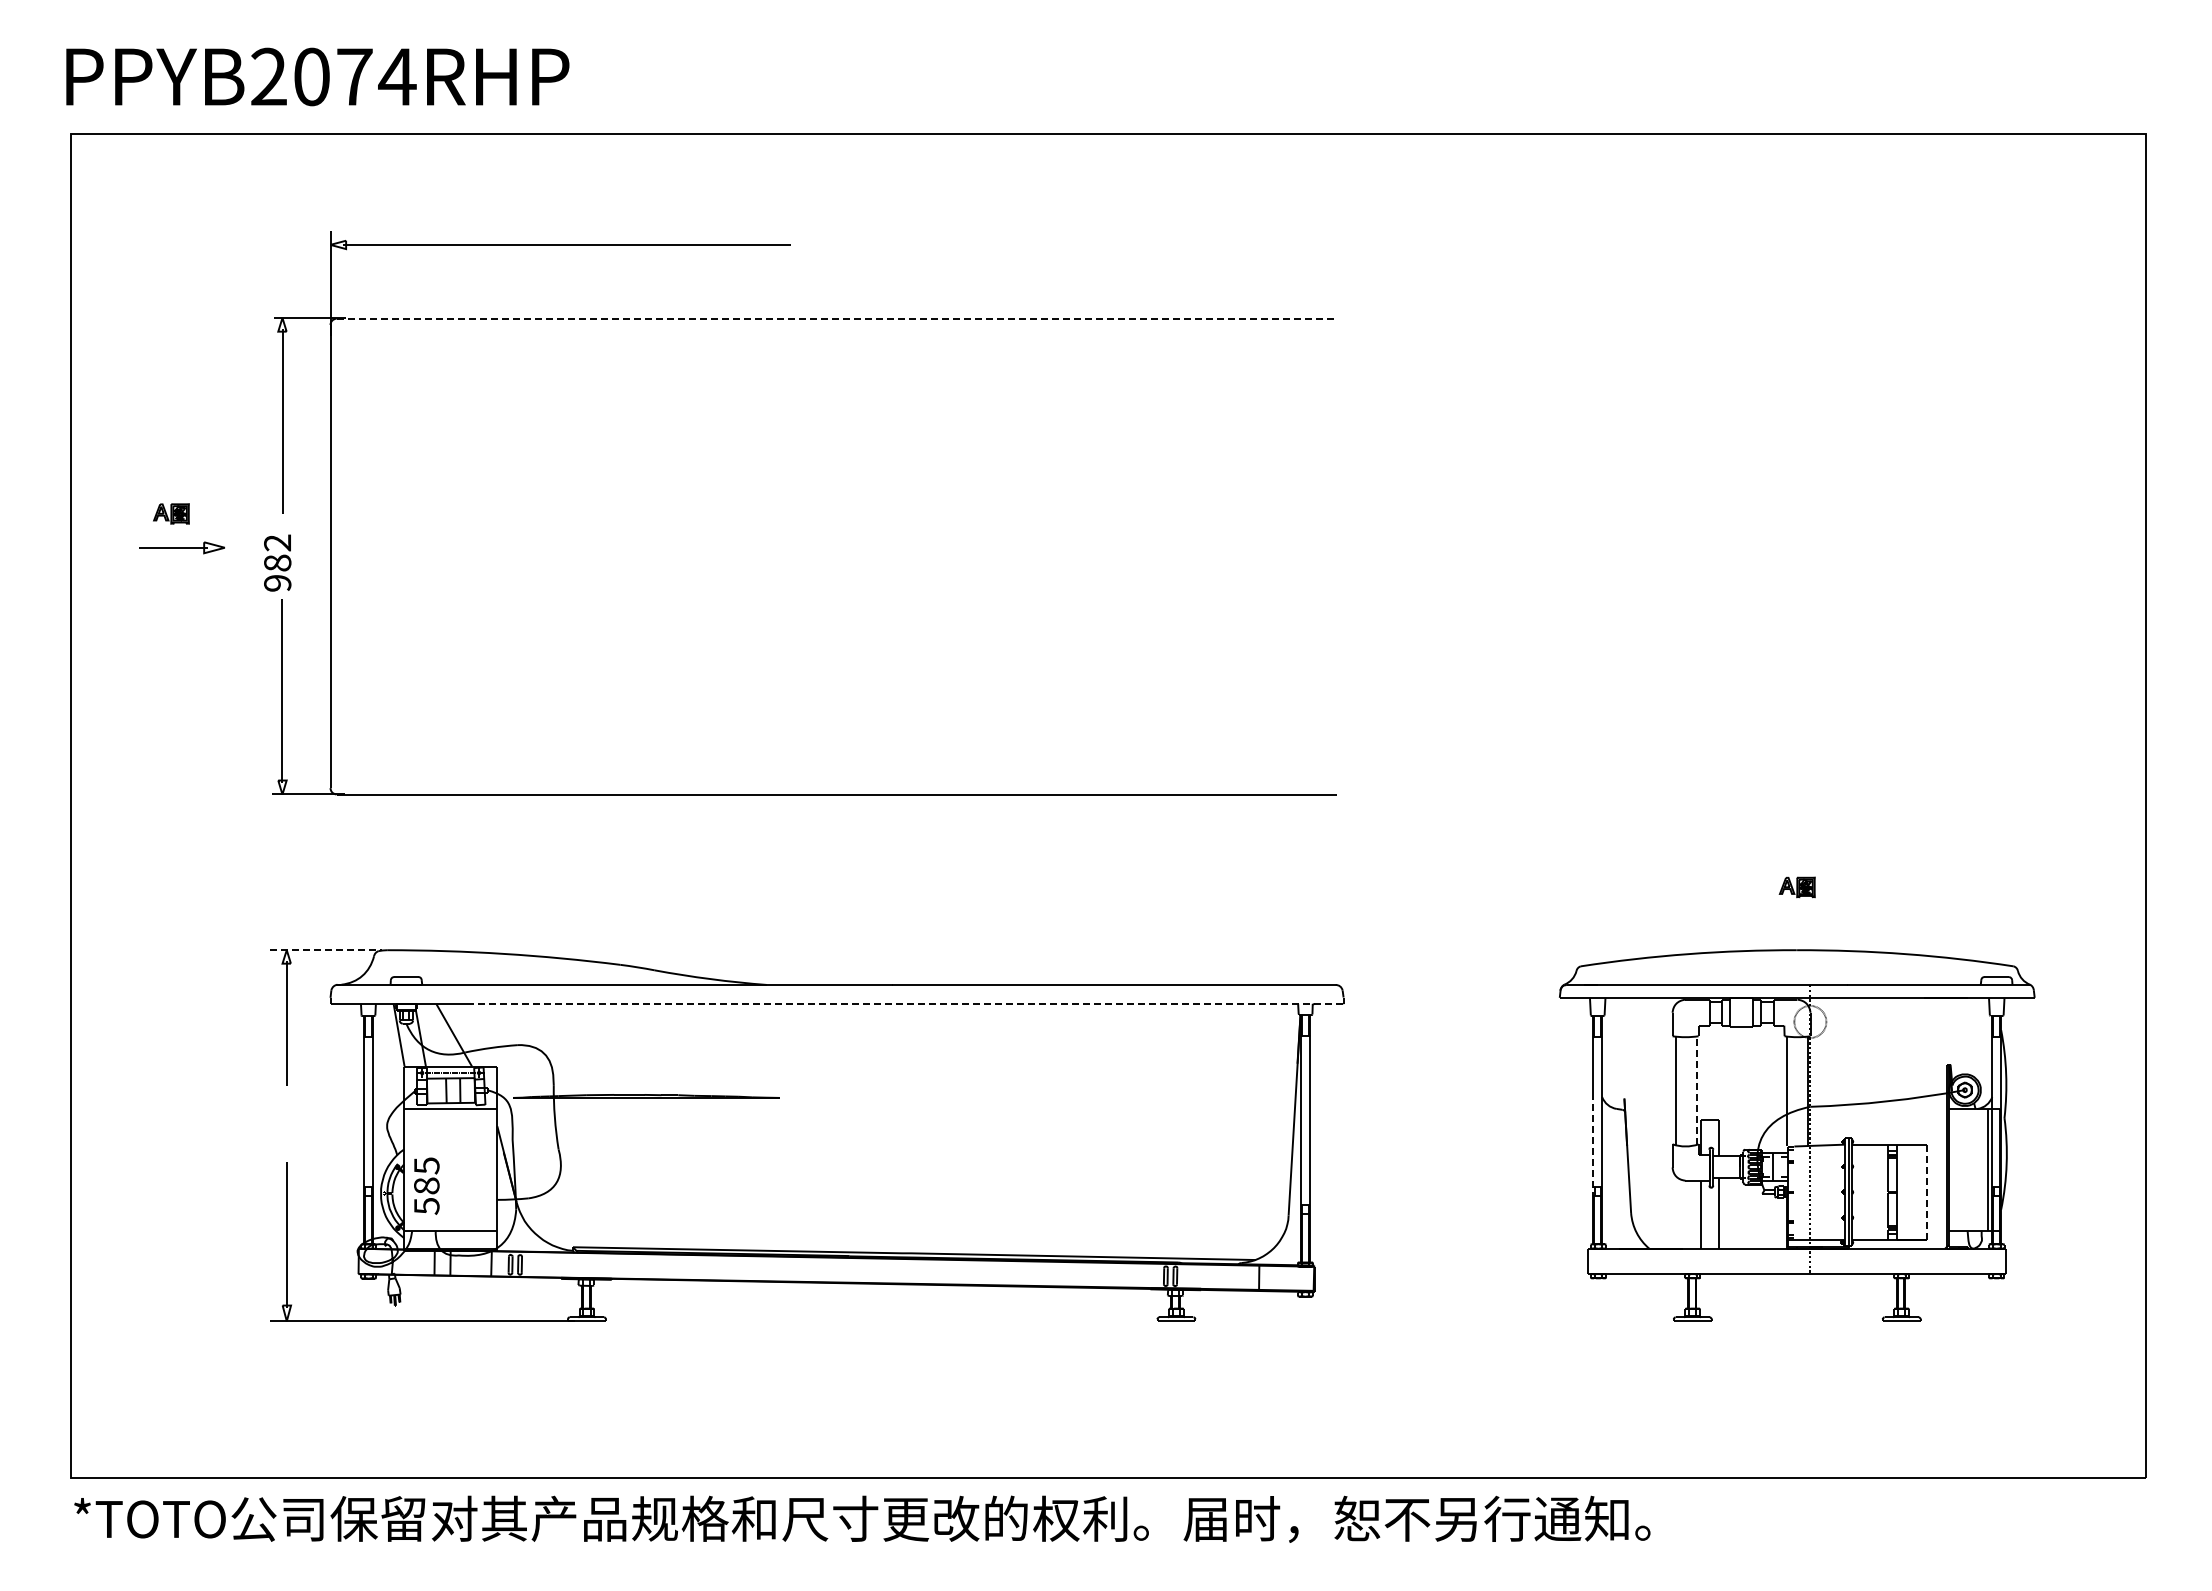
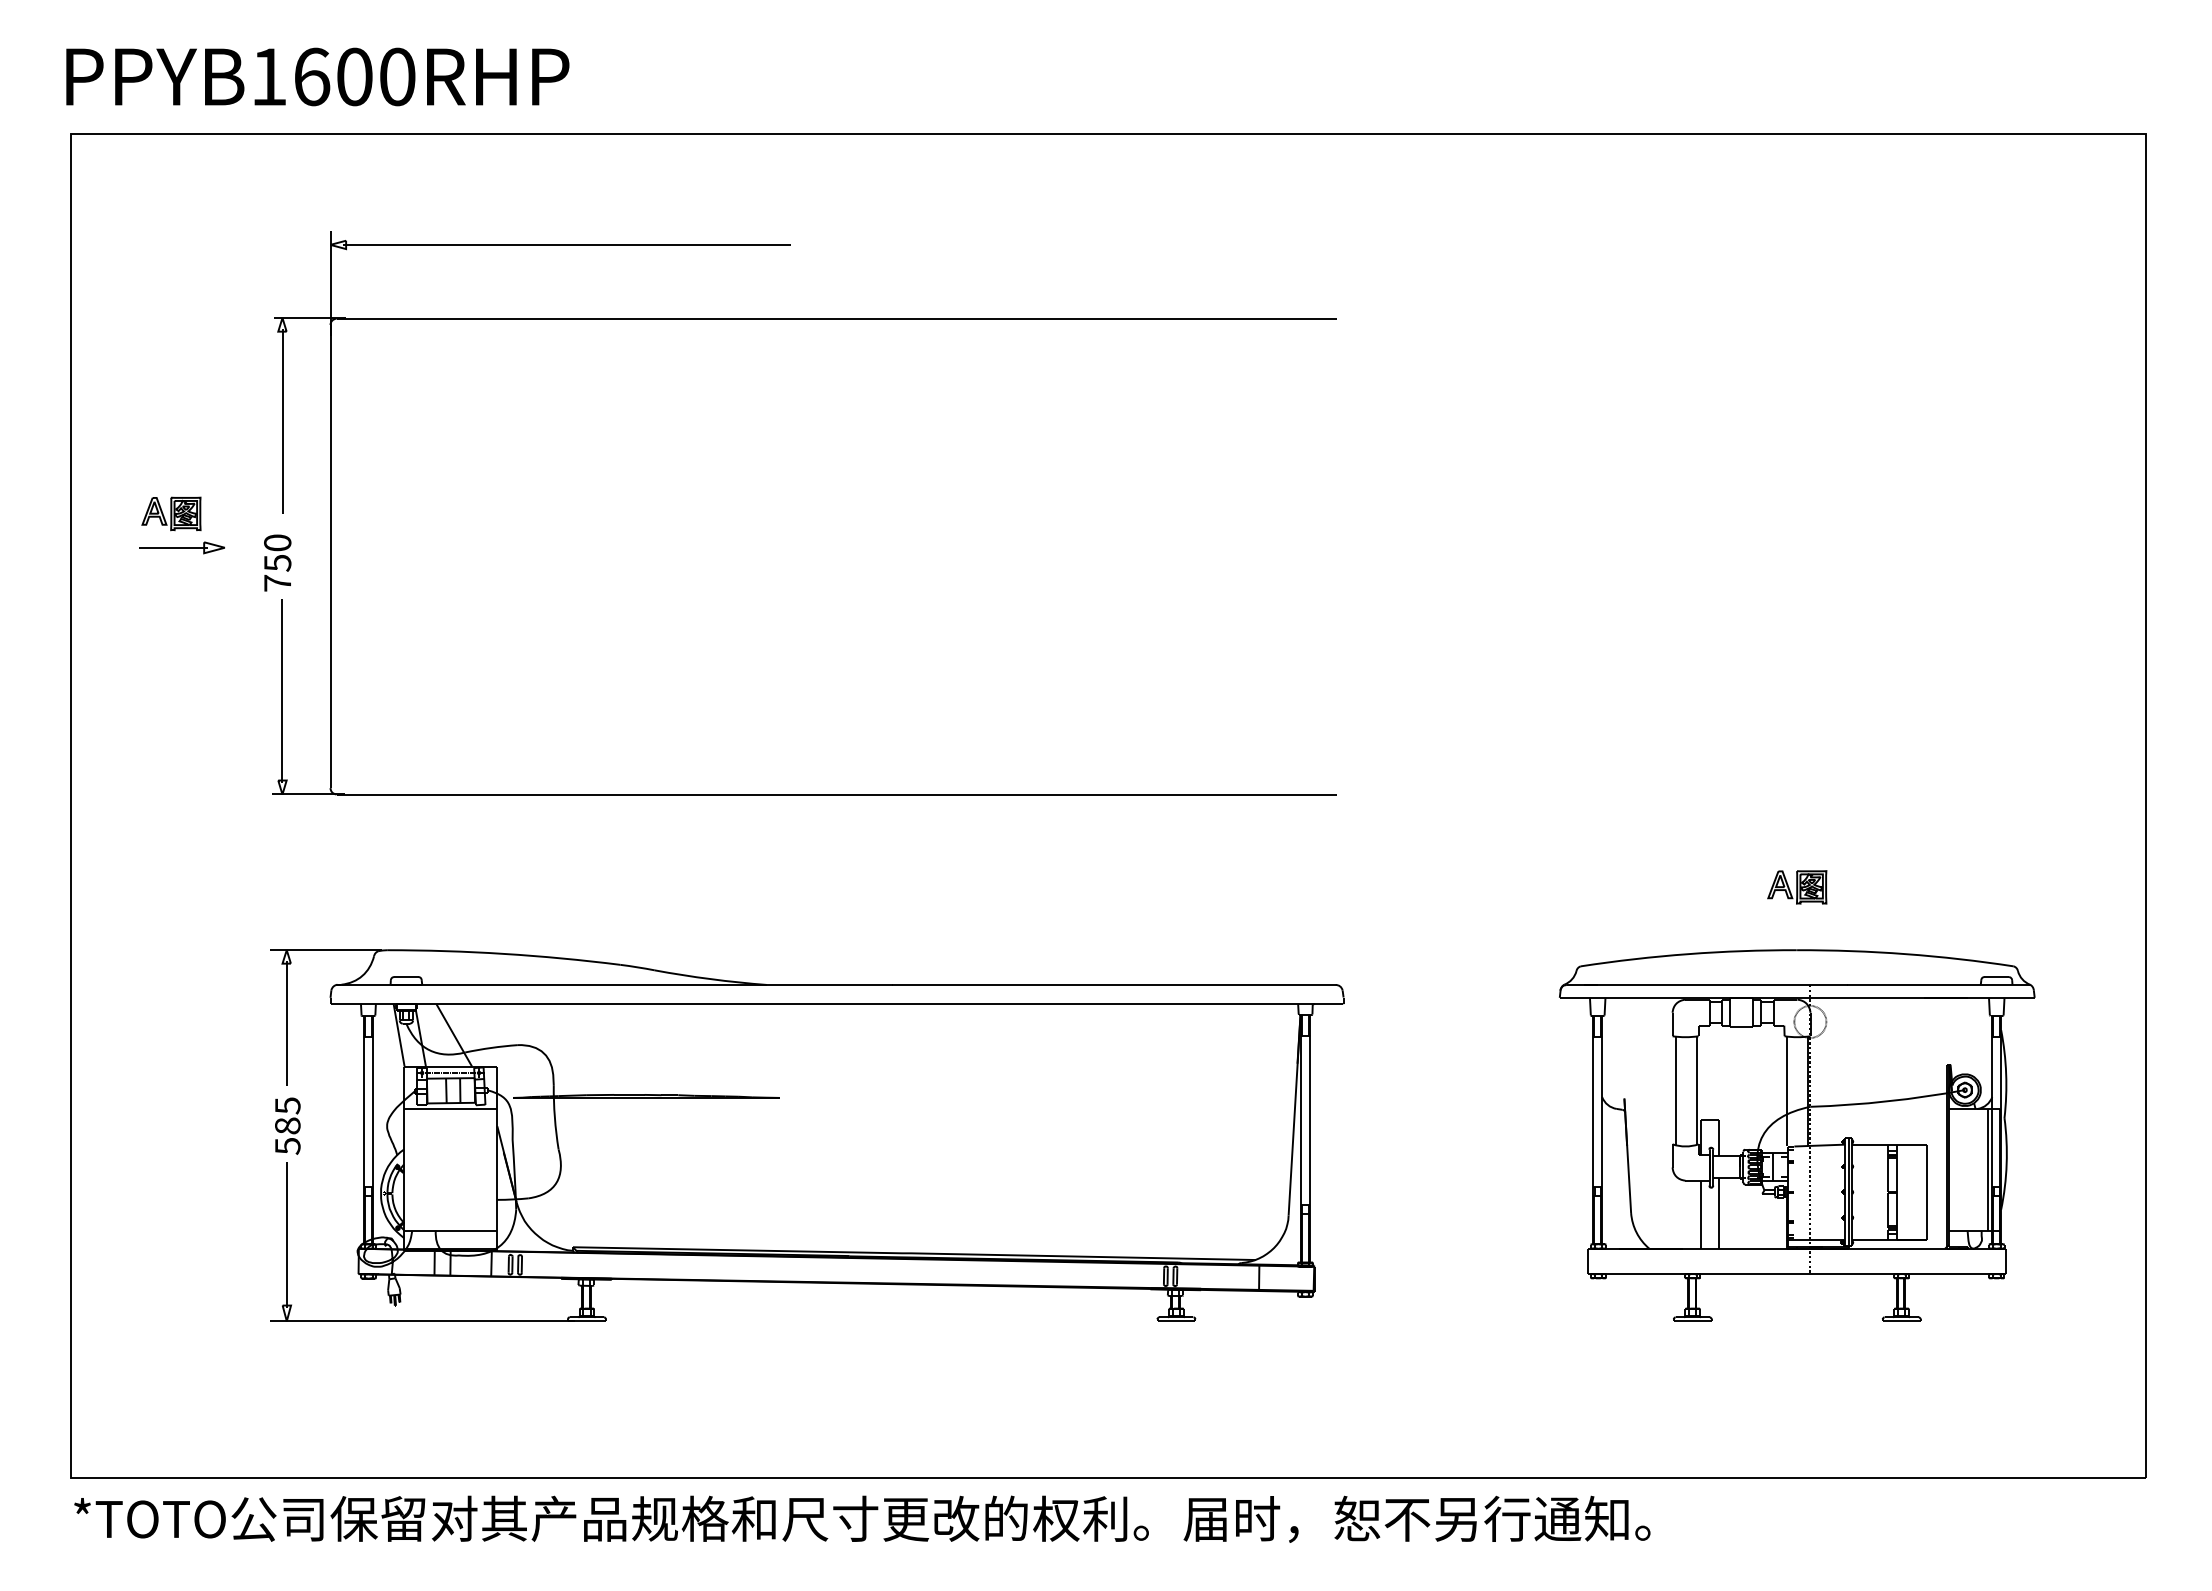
text at (333, 76): PPYB2074RHP -> PPYB1600RHP
line at (837, 318): dashed -> solid
part at (171, 513) size: 37x22 px -> 61x36 px
text at (277, 562): 982 -> 750
part at (1796, 887) size: 38x23 px -> 61x35 px
line at (326, 950): dashed -> solid
line at (907, 1003): dashed -> solid
line at (1696, 1090): dashed -> solid
line at (1593, 1145): dashed -> solid
text at (426, 1185) position: (426, 1185) -> (287, 1125)
line at (1927, 1192): dashed -> solid
